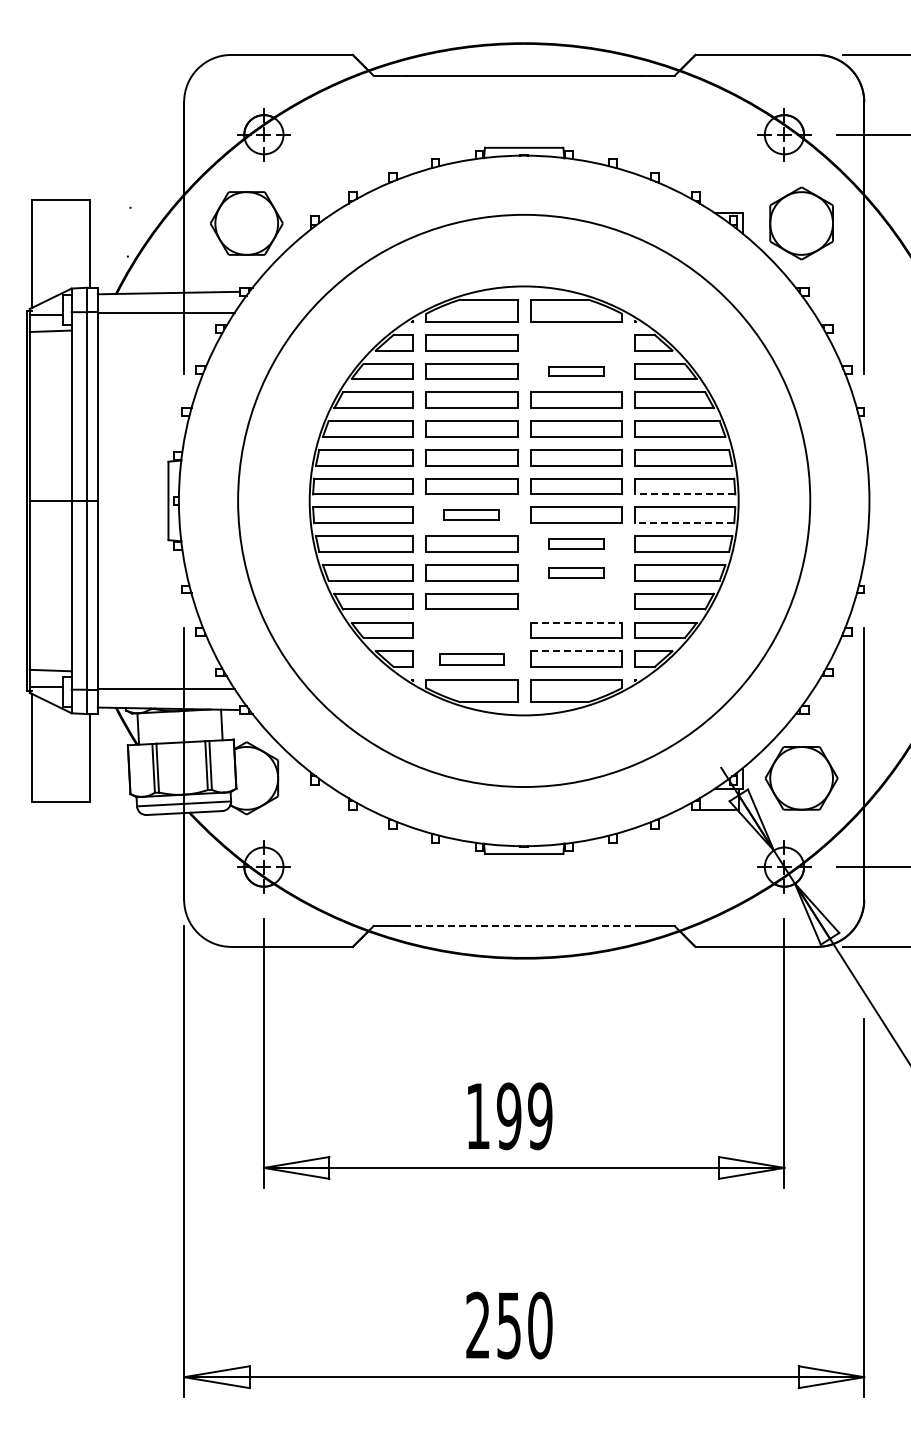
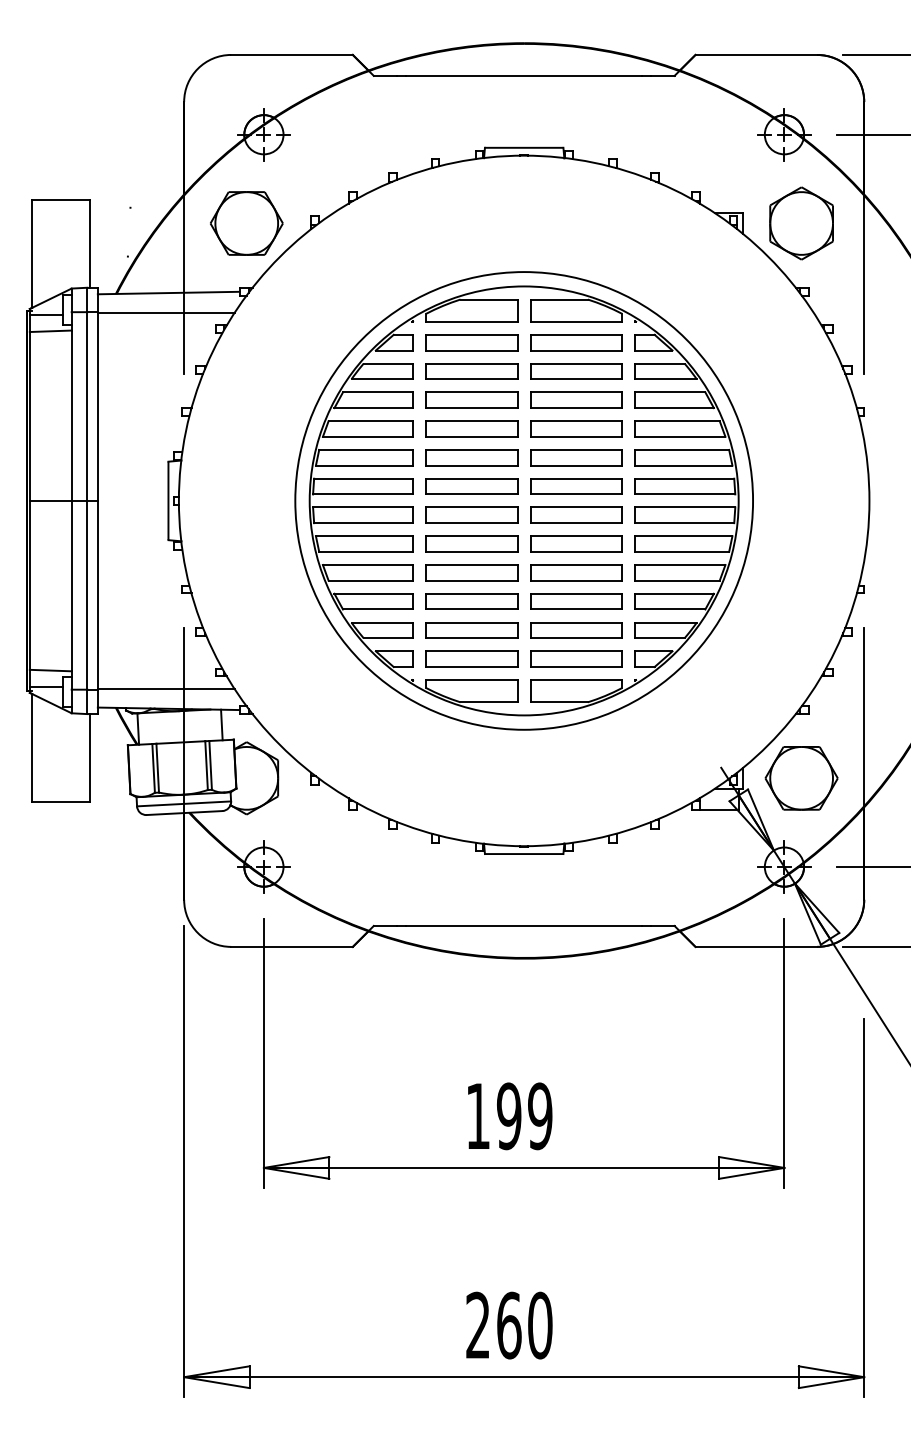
part at (576, 342): none -> present
part at (576, 371) size: 57x11 px -> 93x17 px
line at (685, 494): dashed -> solid
circle at (524, 500) diameter: 572 px -> 458 px
part at (471, 514) size: 57x12 px -> 94x18 px
line at (684, 523): dashed -> solid
part at (576, 543) size: 57x12 px -> 93x18 px
part at (576, 572) size: 57x12 px -> 93x18 px
part at (576, 601): none -> present
line at (576, 622): dashed -> solid
part at (471, 630): none -> present
line at (576, 651): dashed -> solid
part at (471, 659) size: 66x13 px -> 94x18 px
line at (524, 925): dashed -> solid
text at (509, 1325): 250 -> 260
